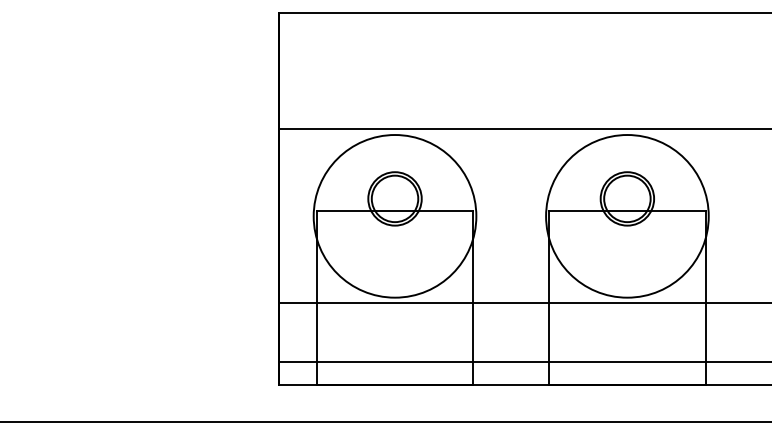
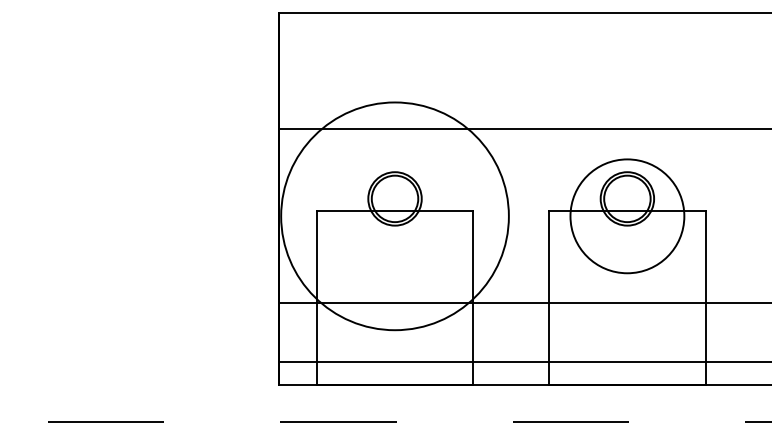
circle at (394, 216) diameter: 163 px -> 228 px
circle at (627, 216) diameter: 163 px -> 114 px
line at (386, 421): solid -> dashed
